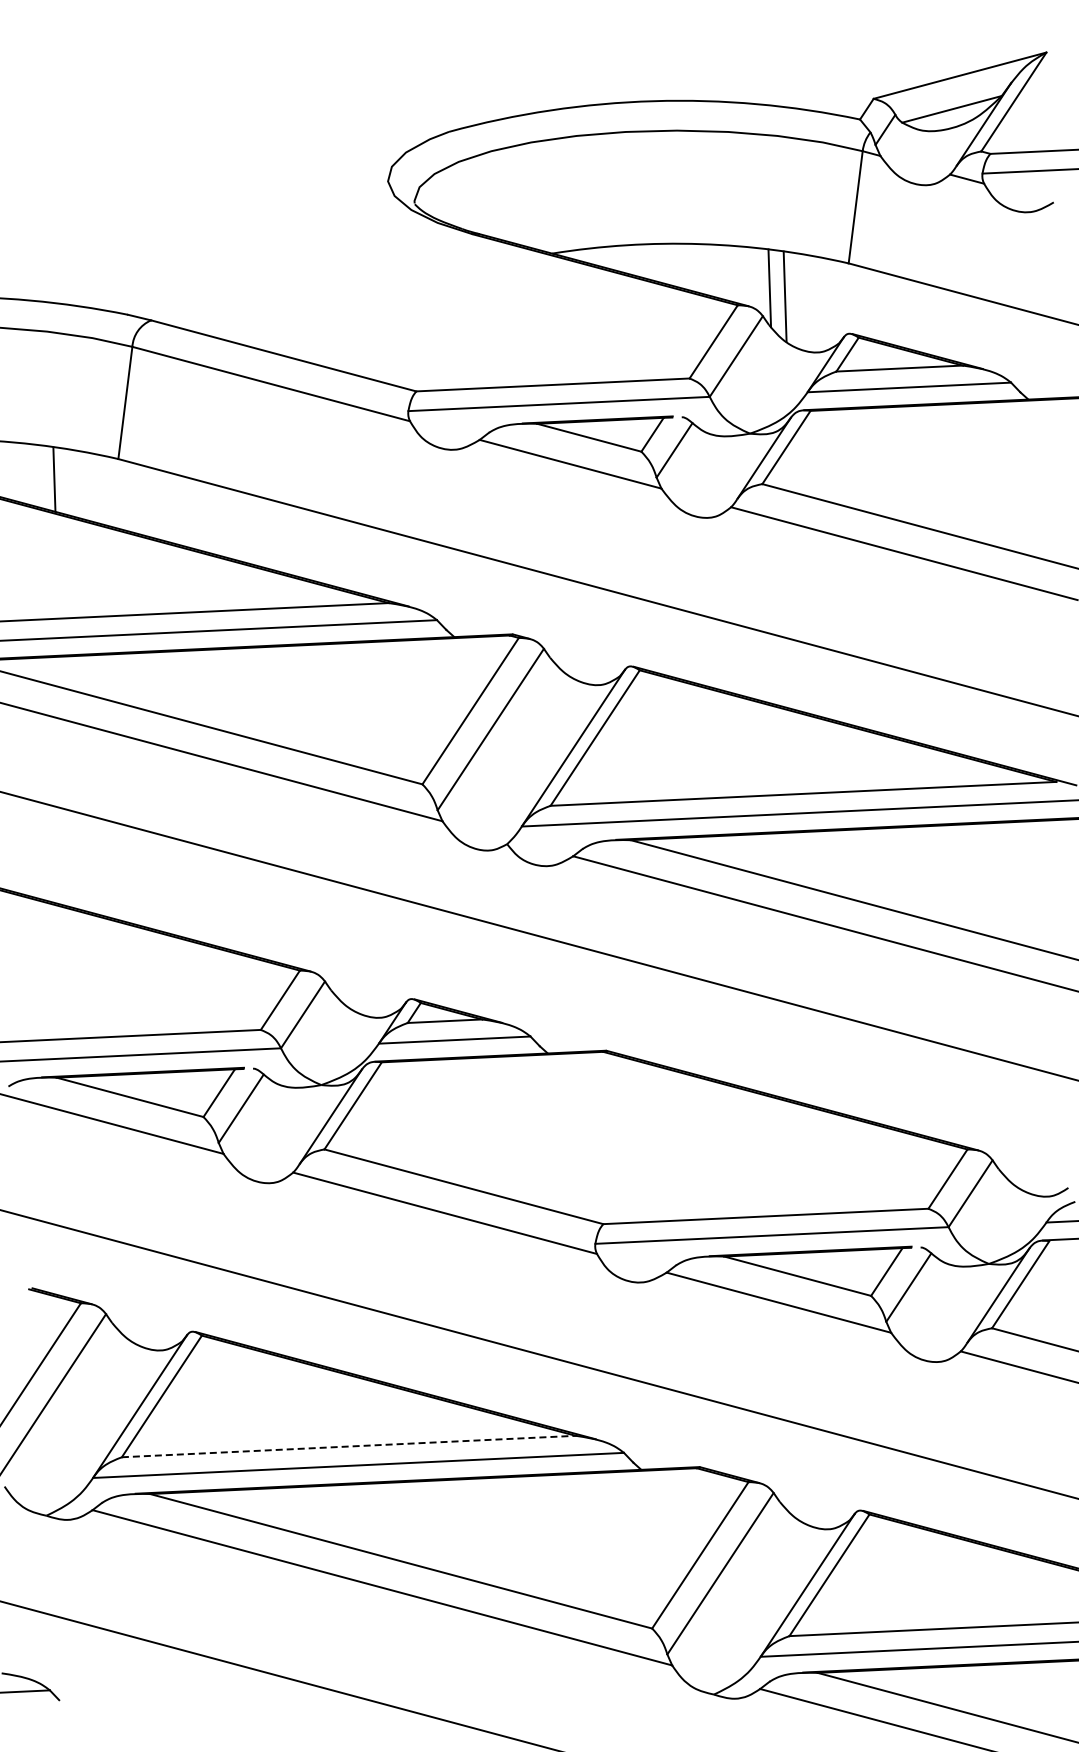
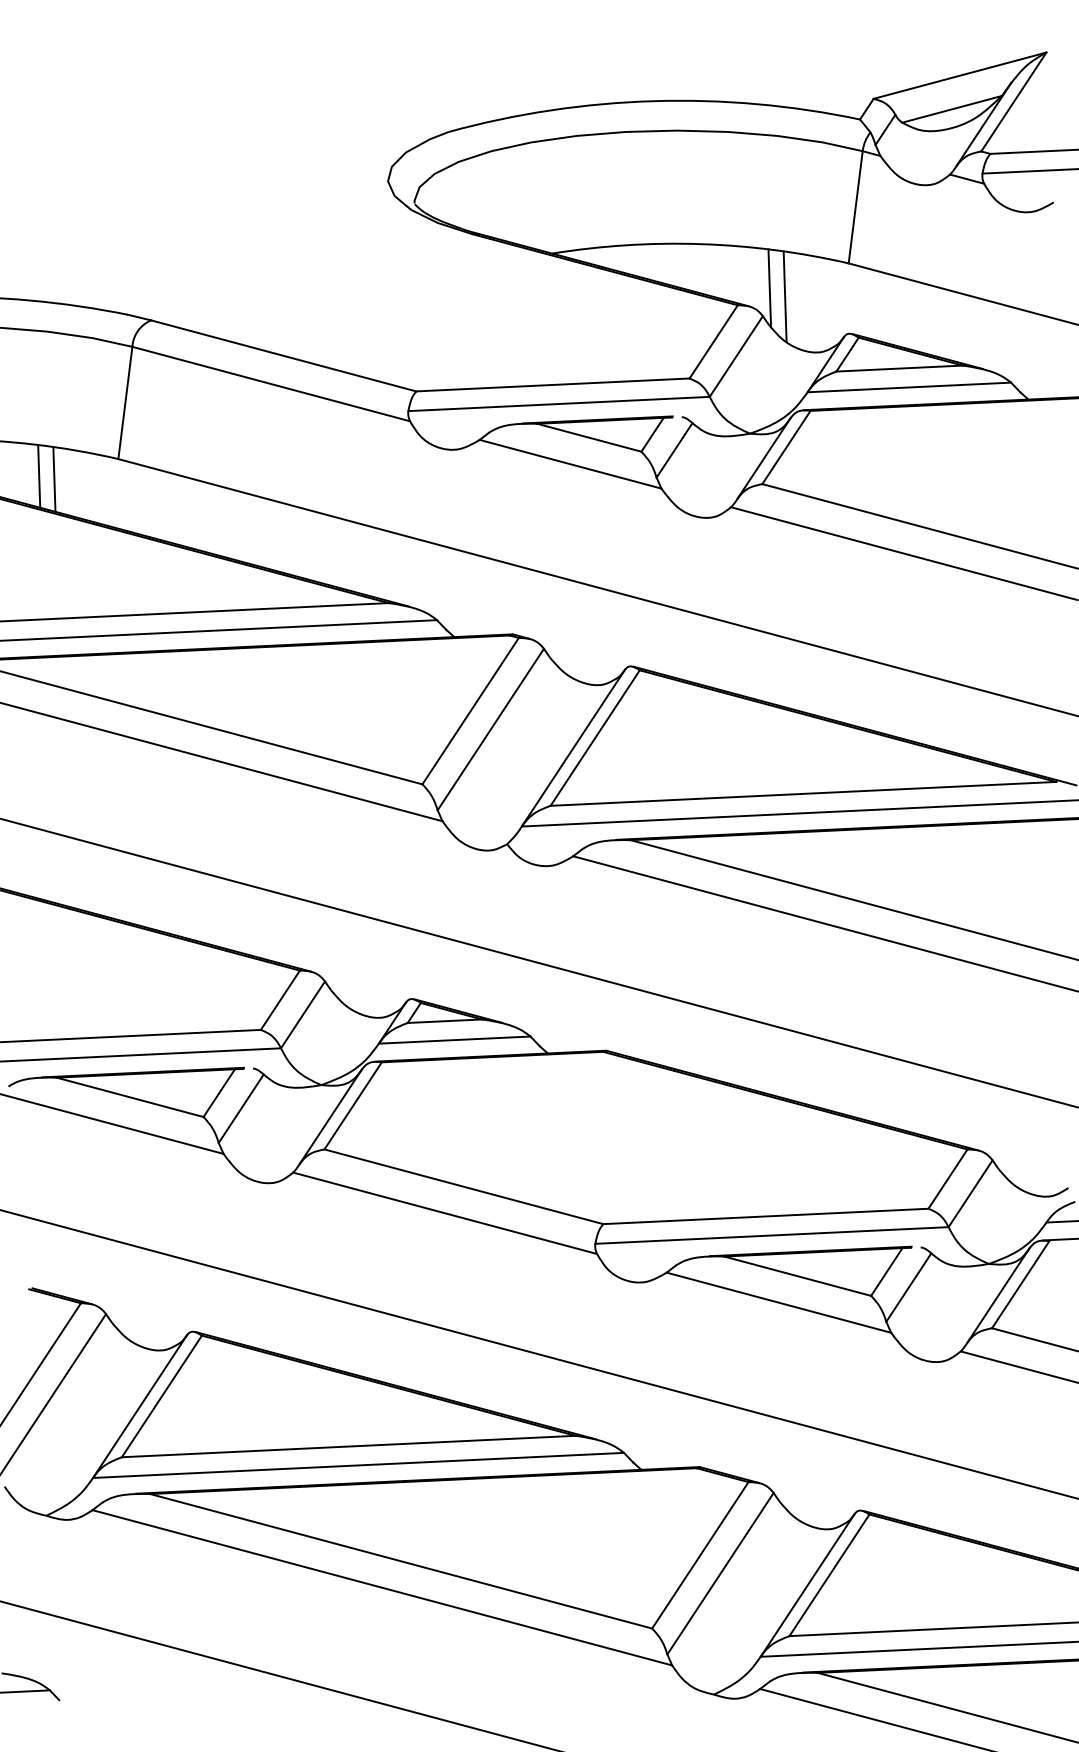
line at (39, 475): none -> present
line at (538, 936) position: (538, 936) -> (538, 962)
line at (349, 1446): dashed -> solid
